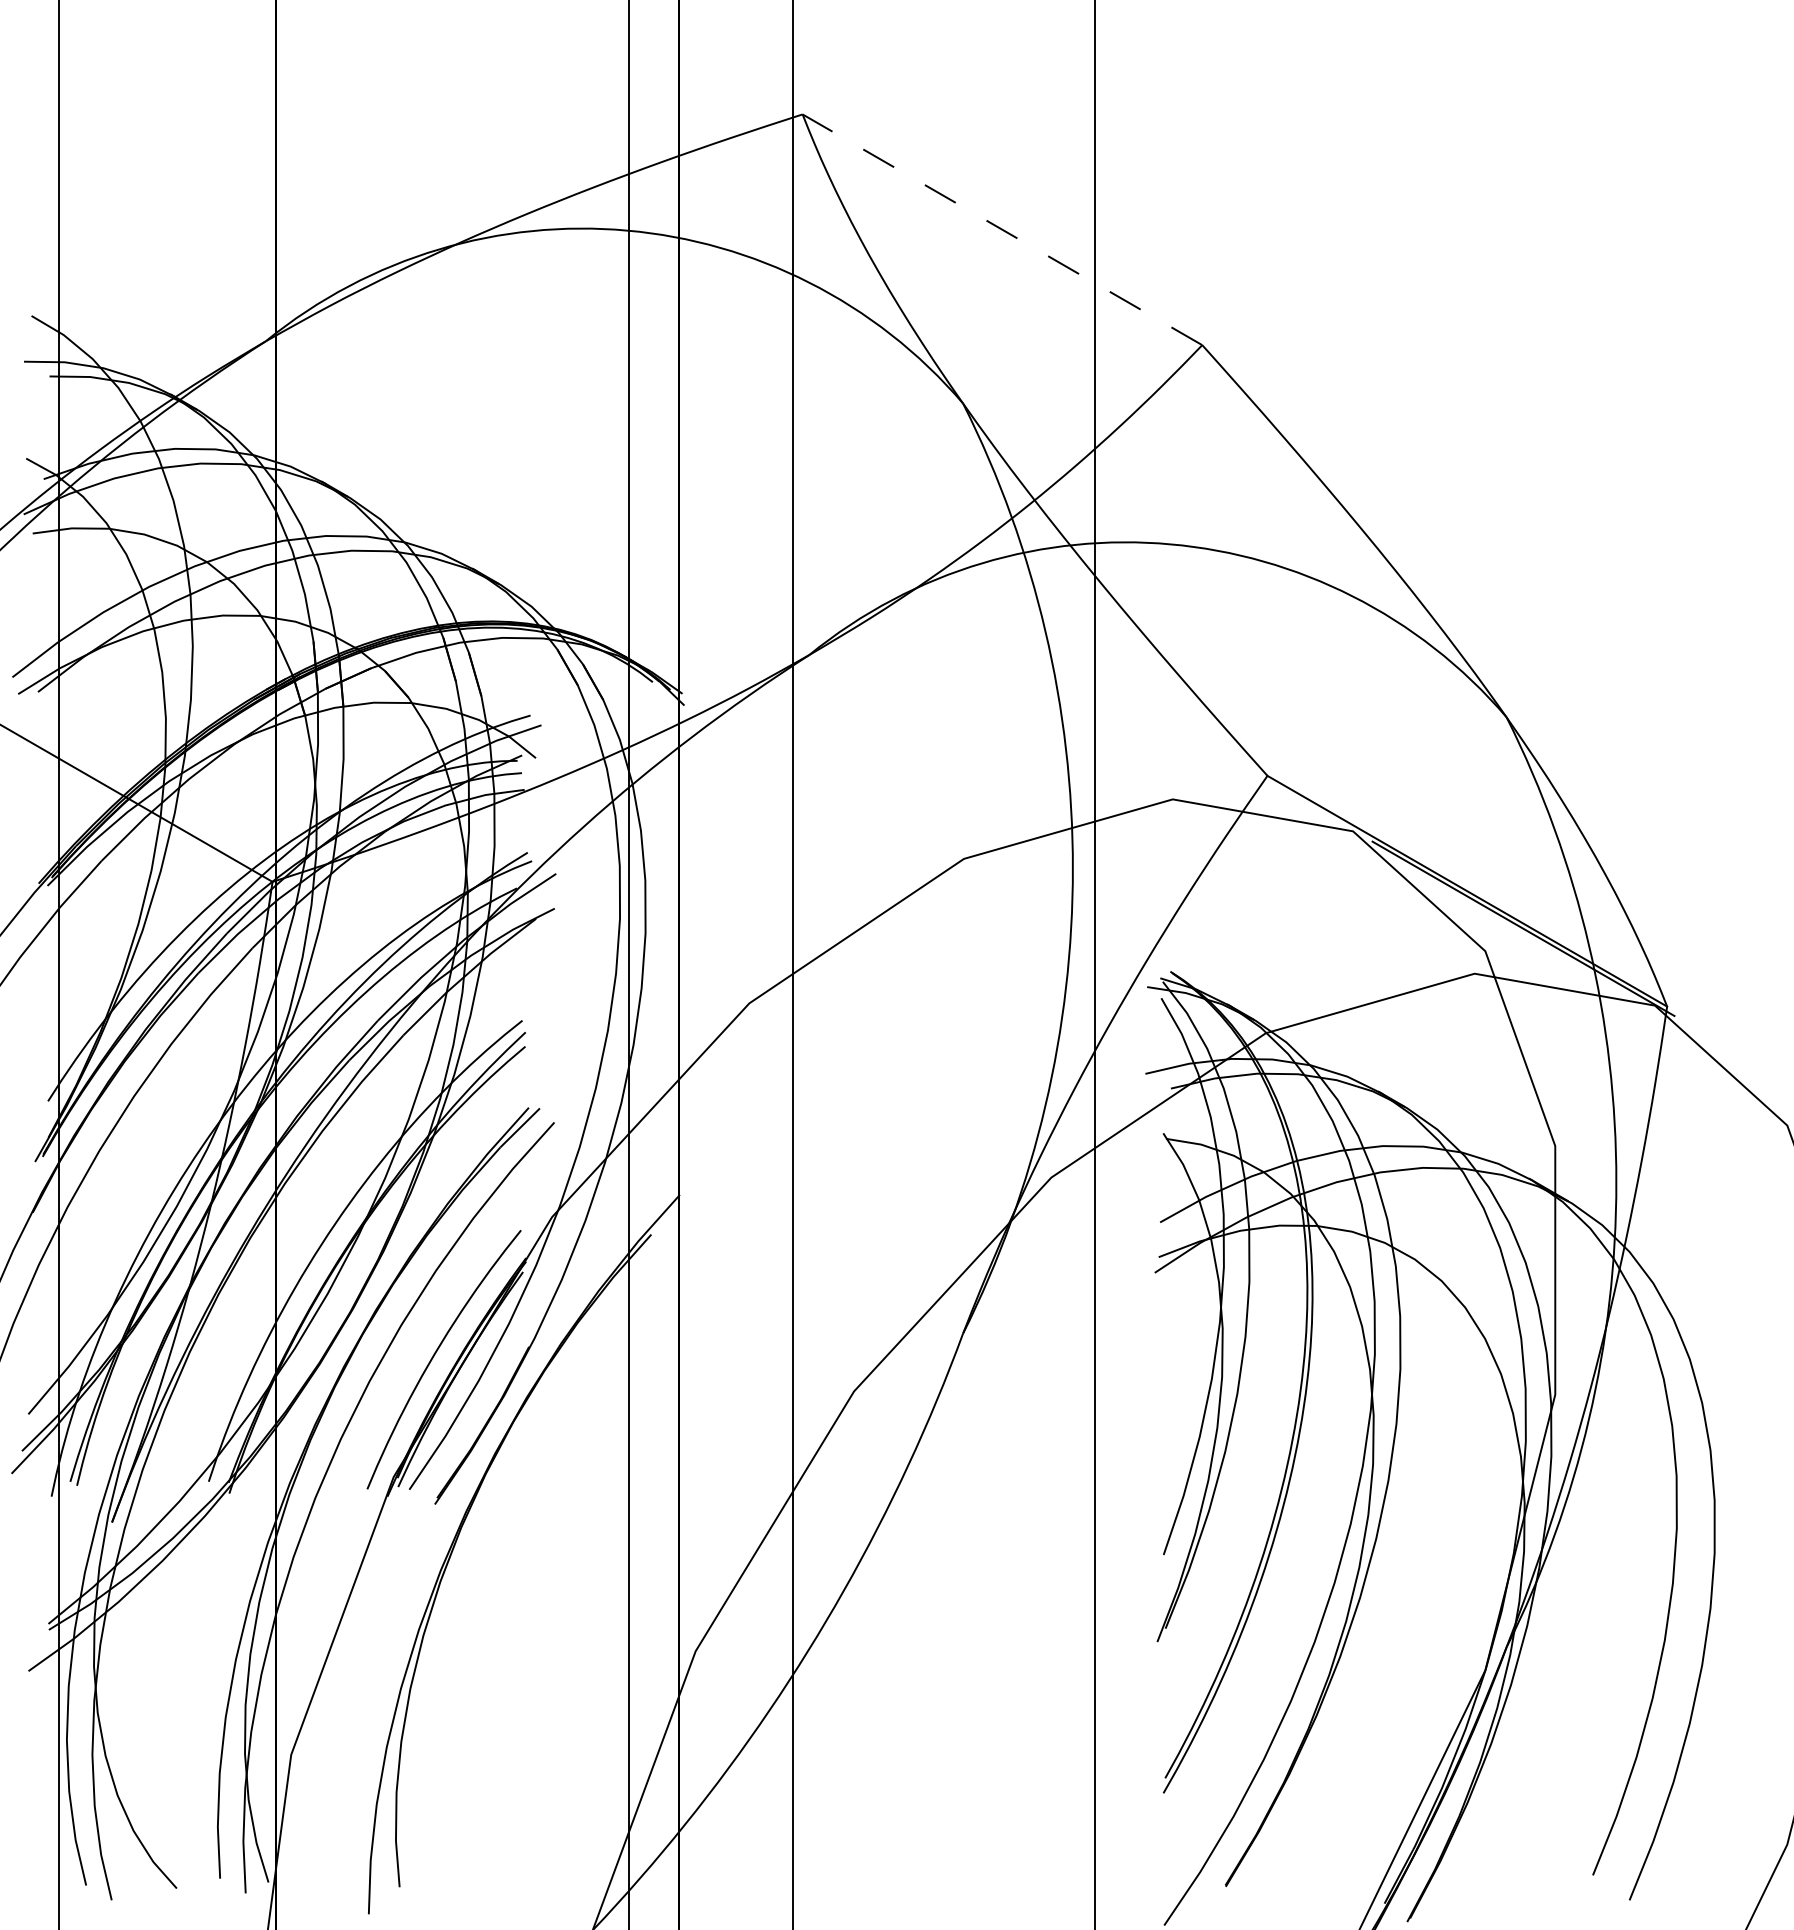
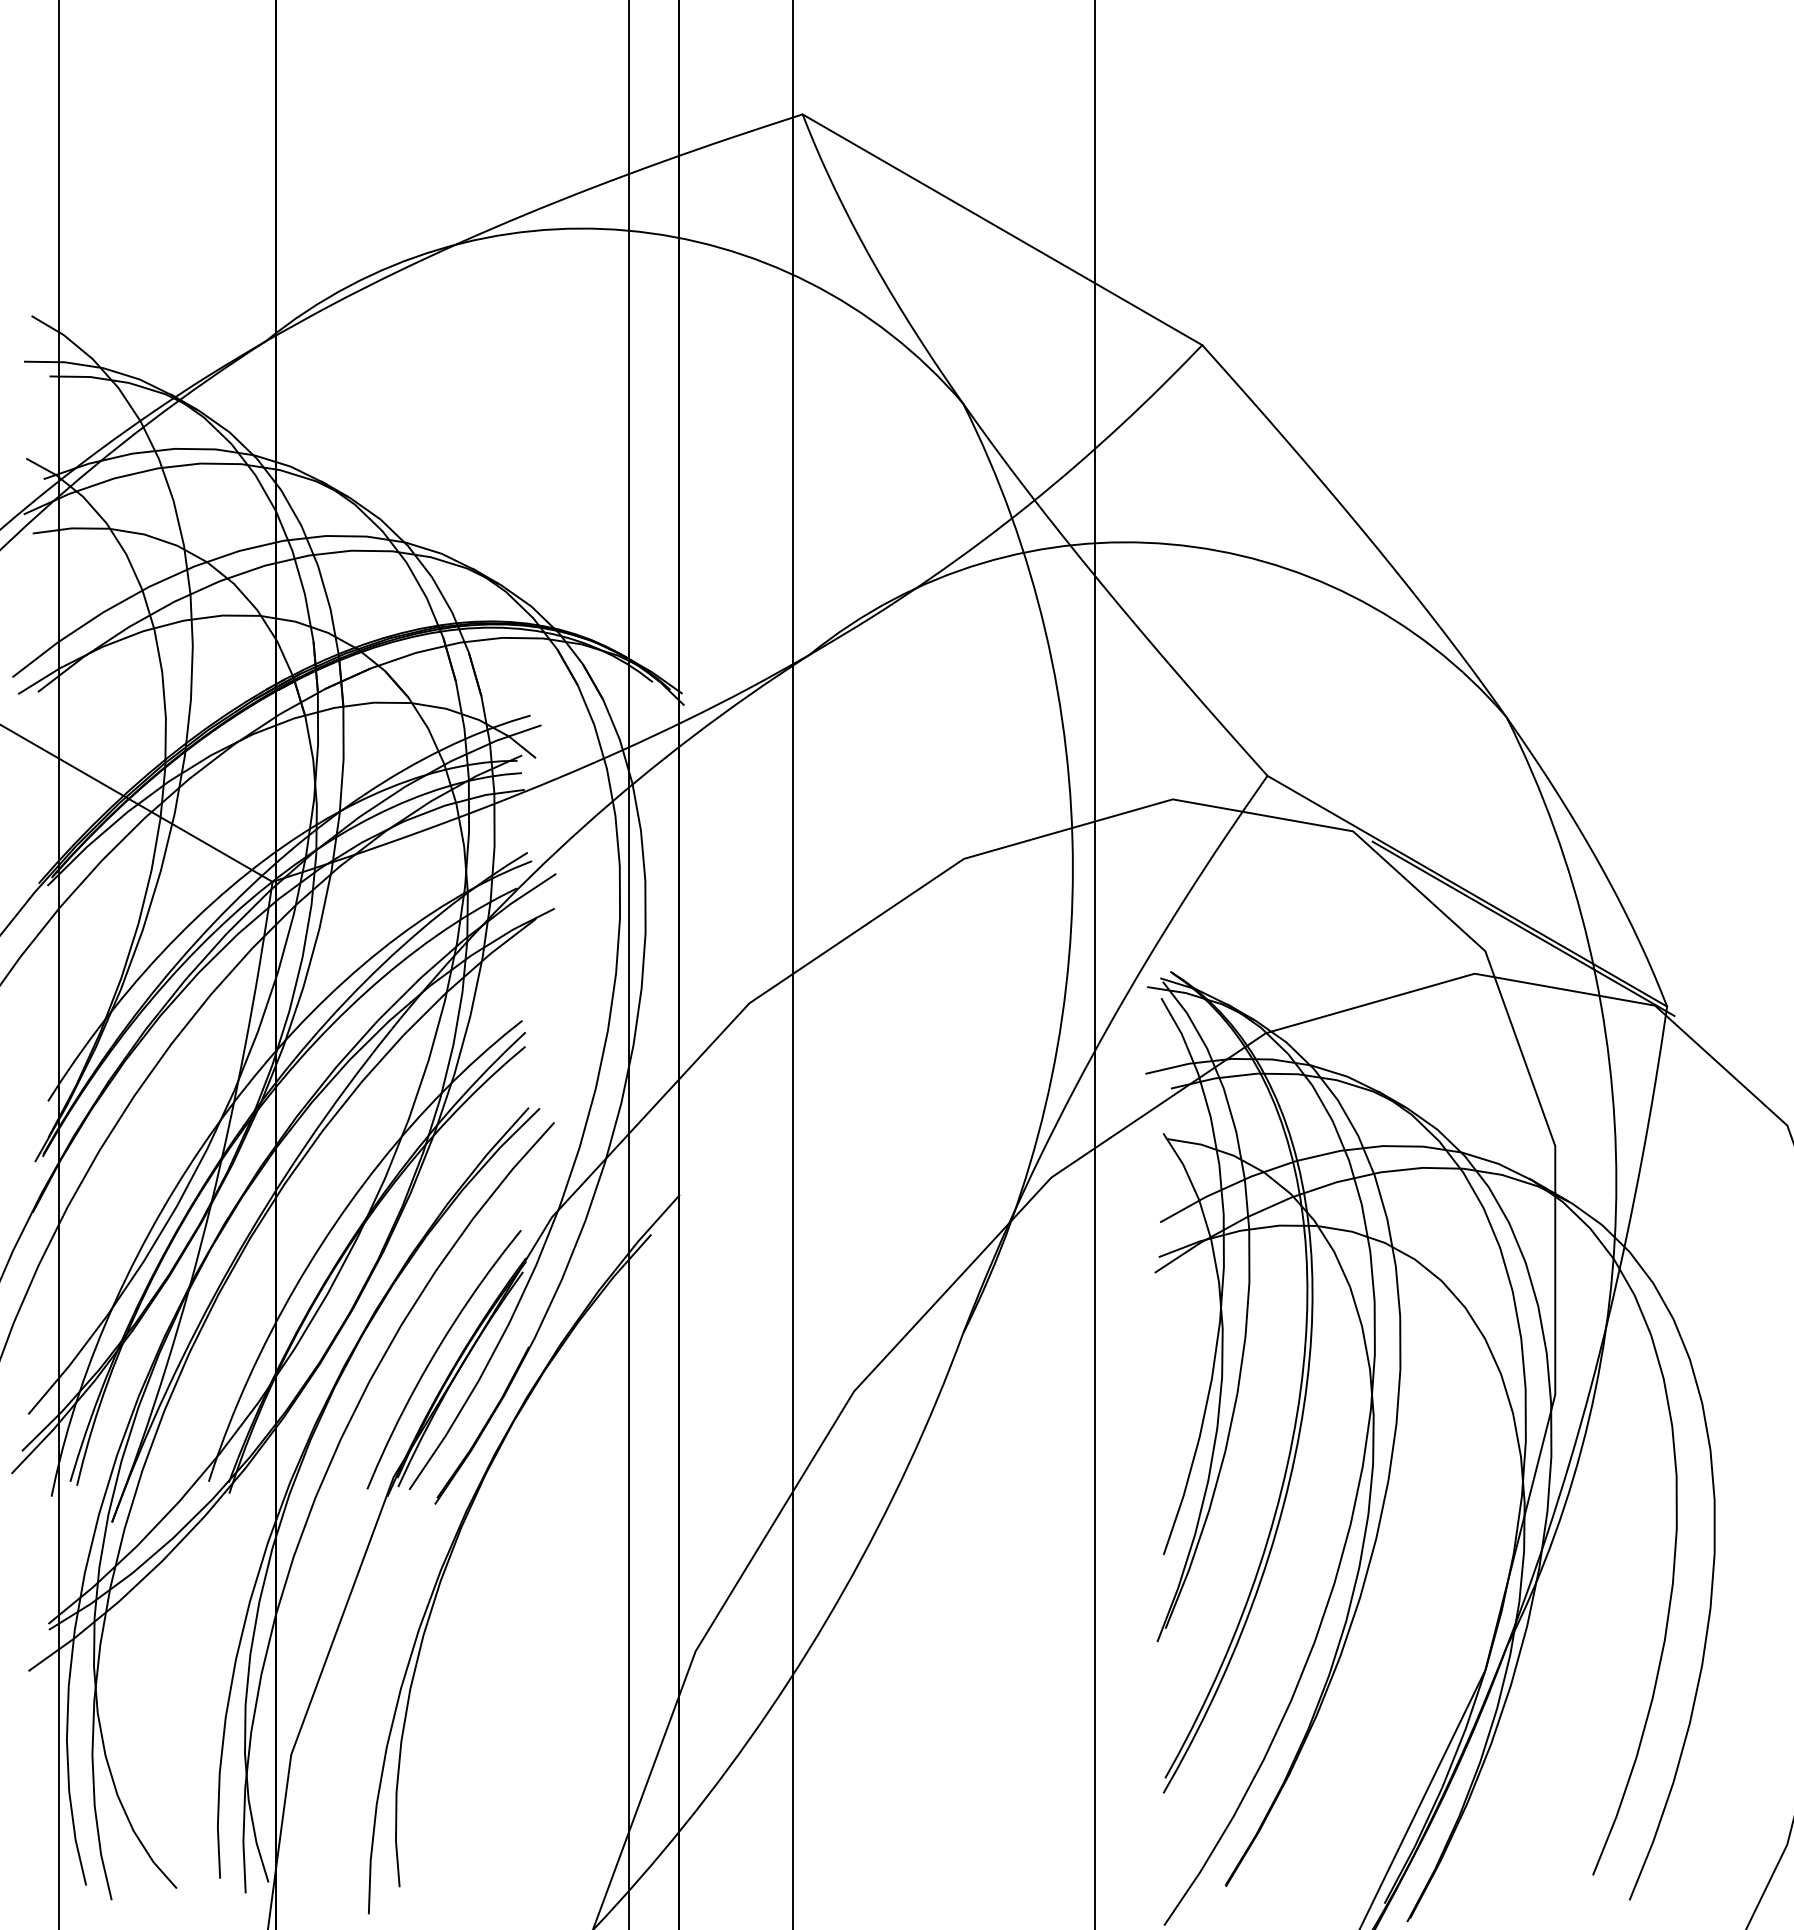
line at (1002, 229): dashed -> solid
